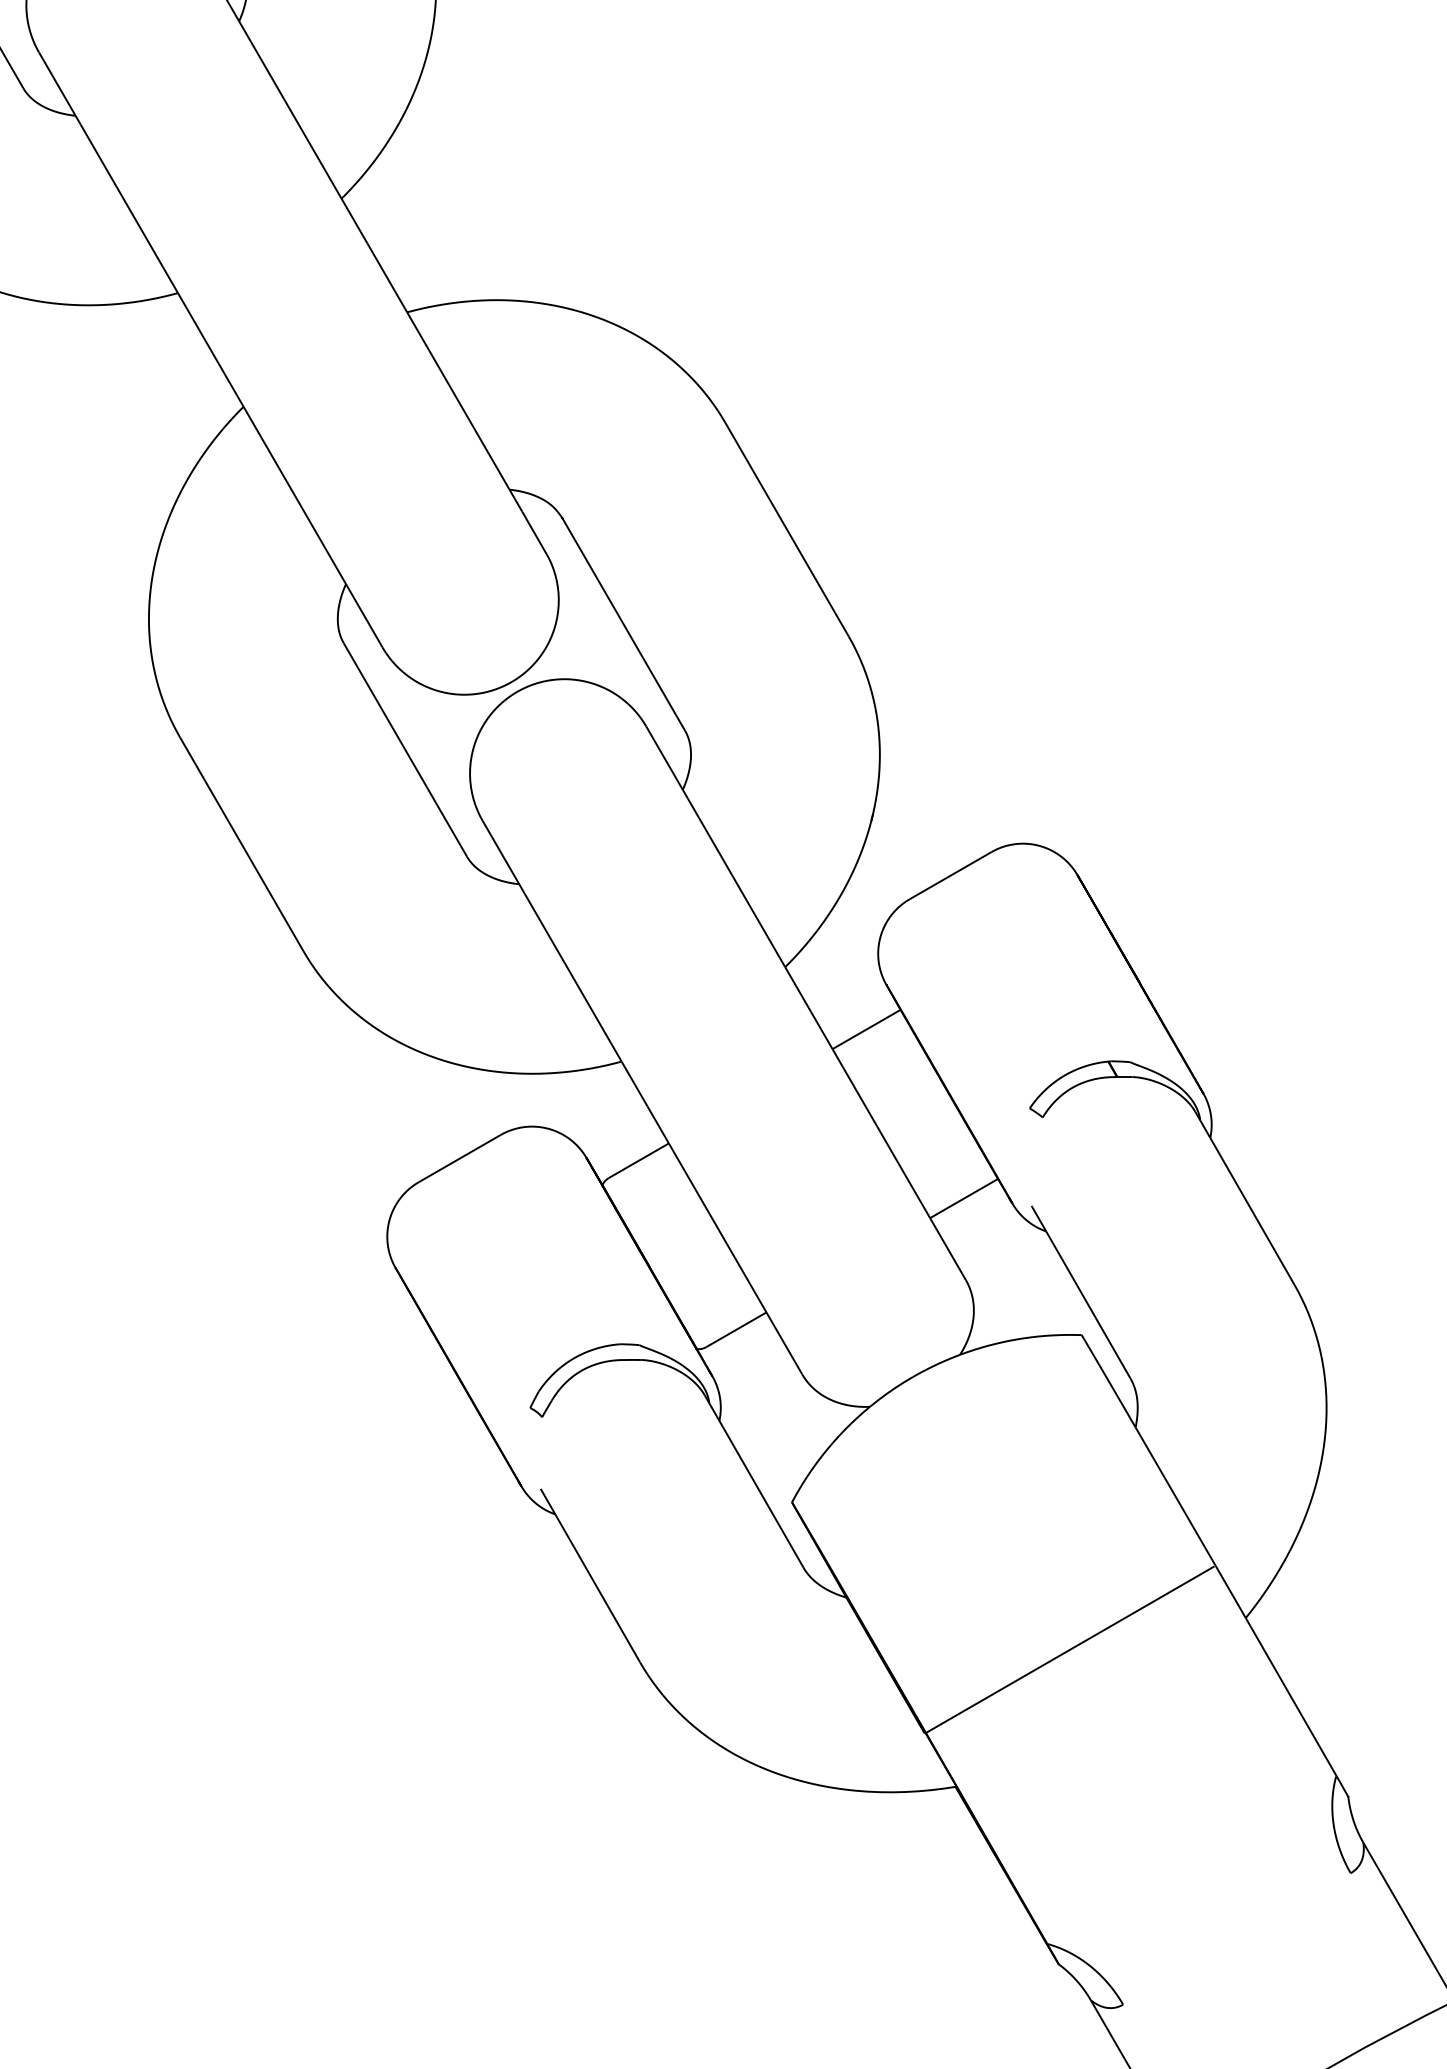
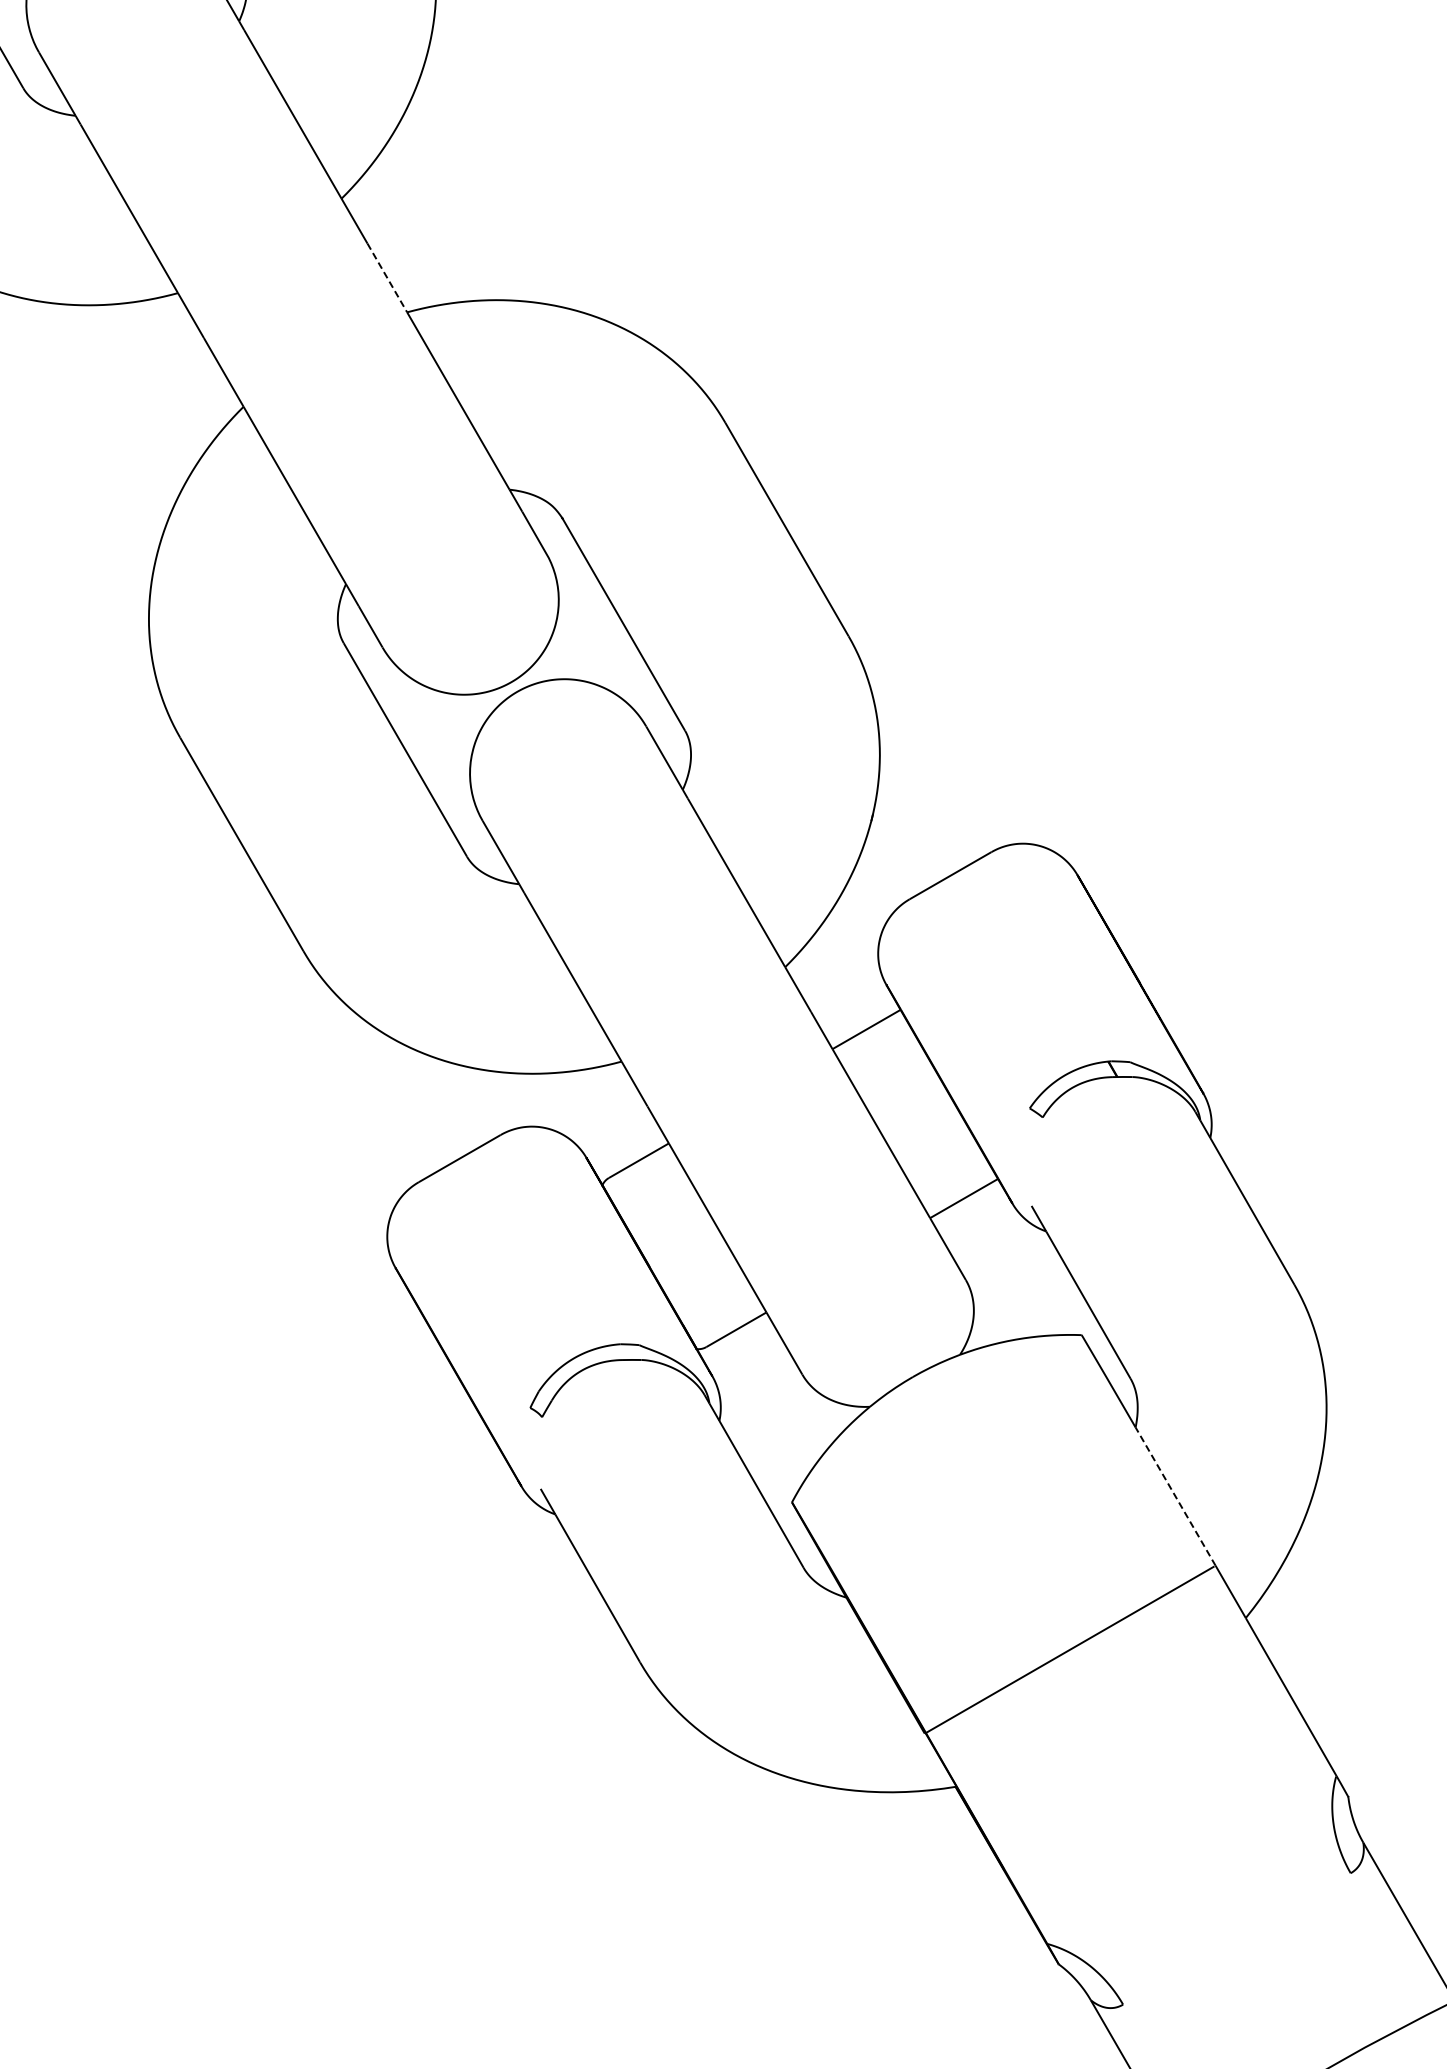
line at (387, 277): solid -> dashed
line at (1175, 1496): solid -> dashed
